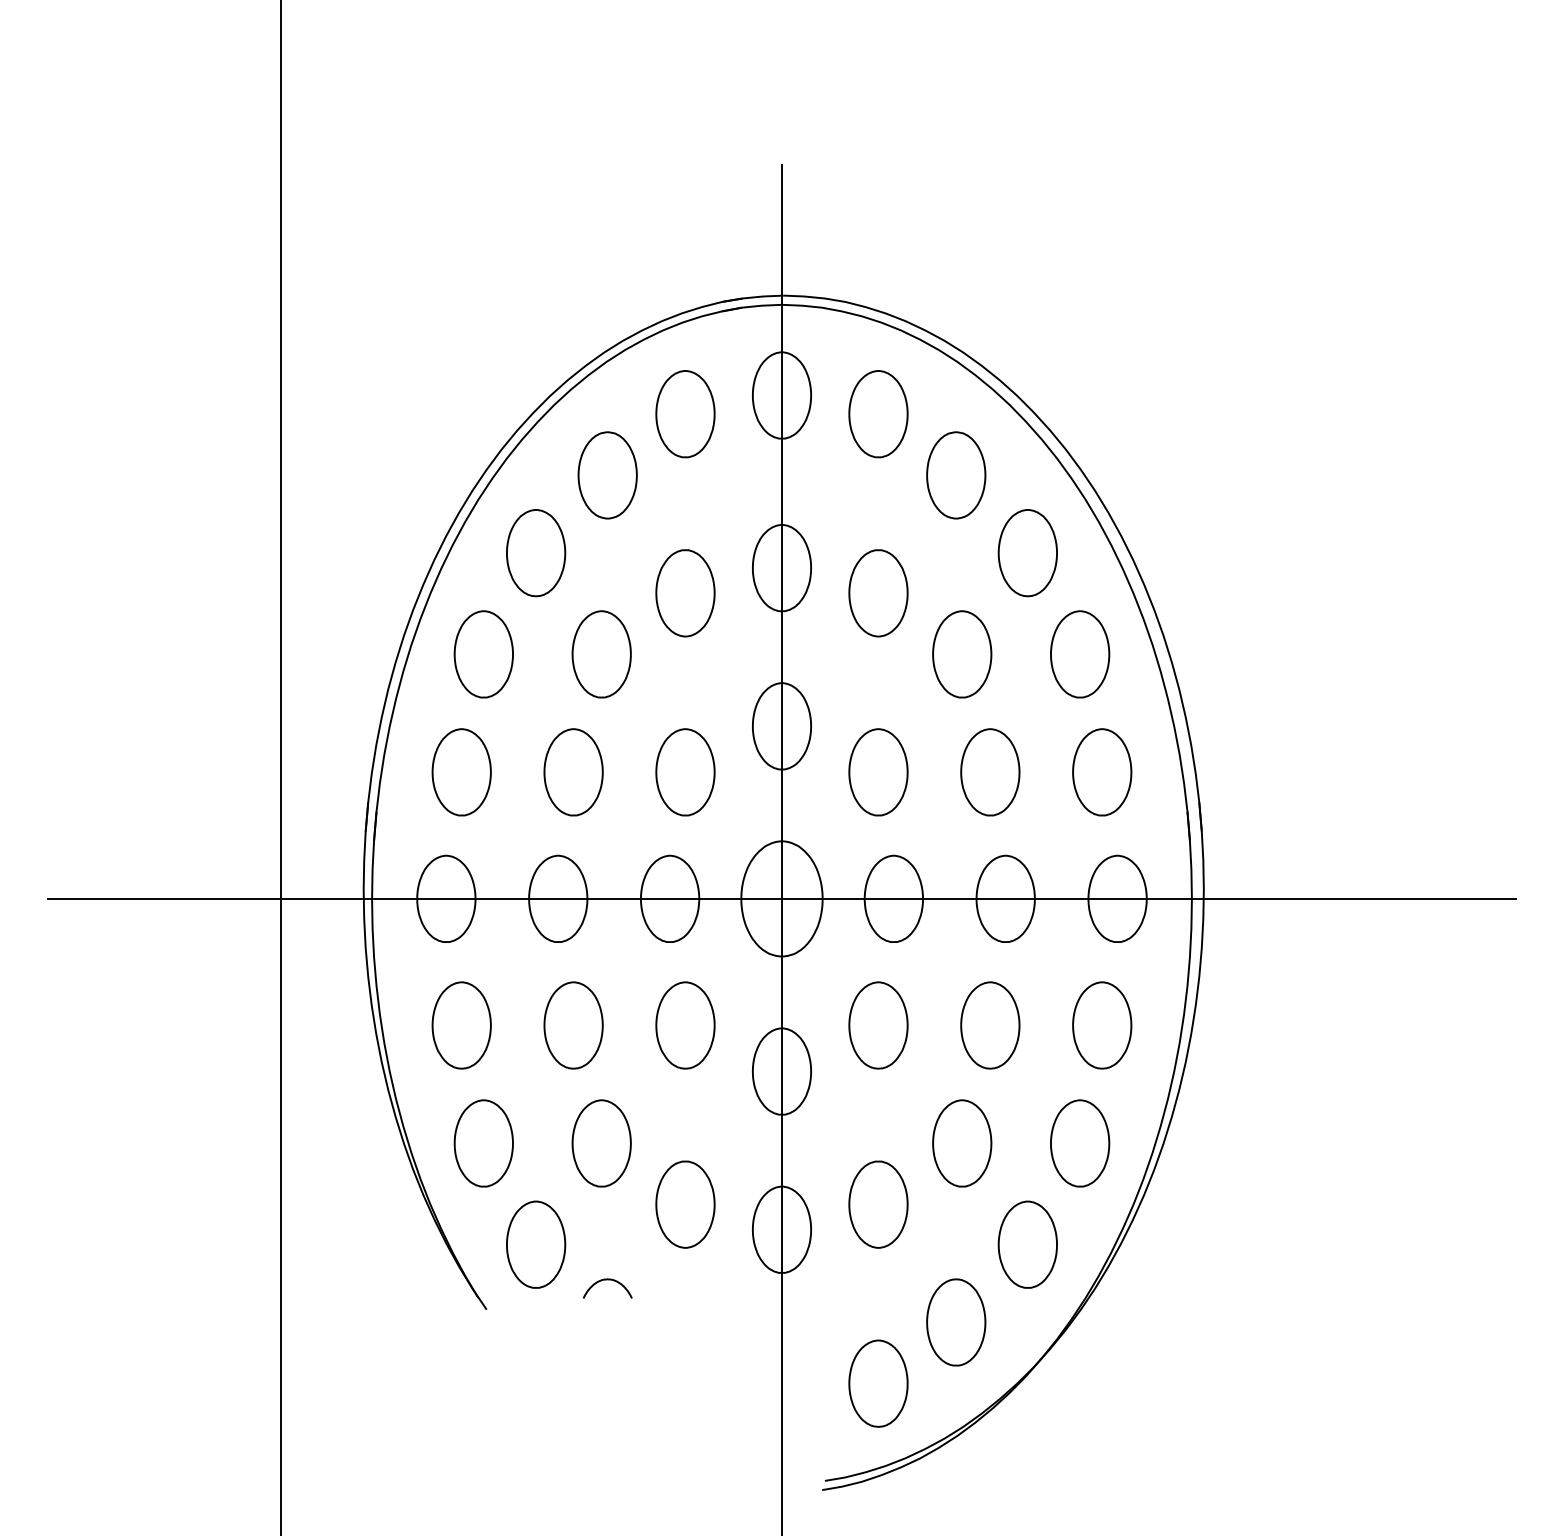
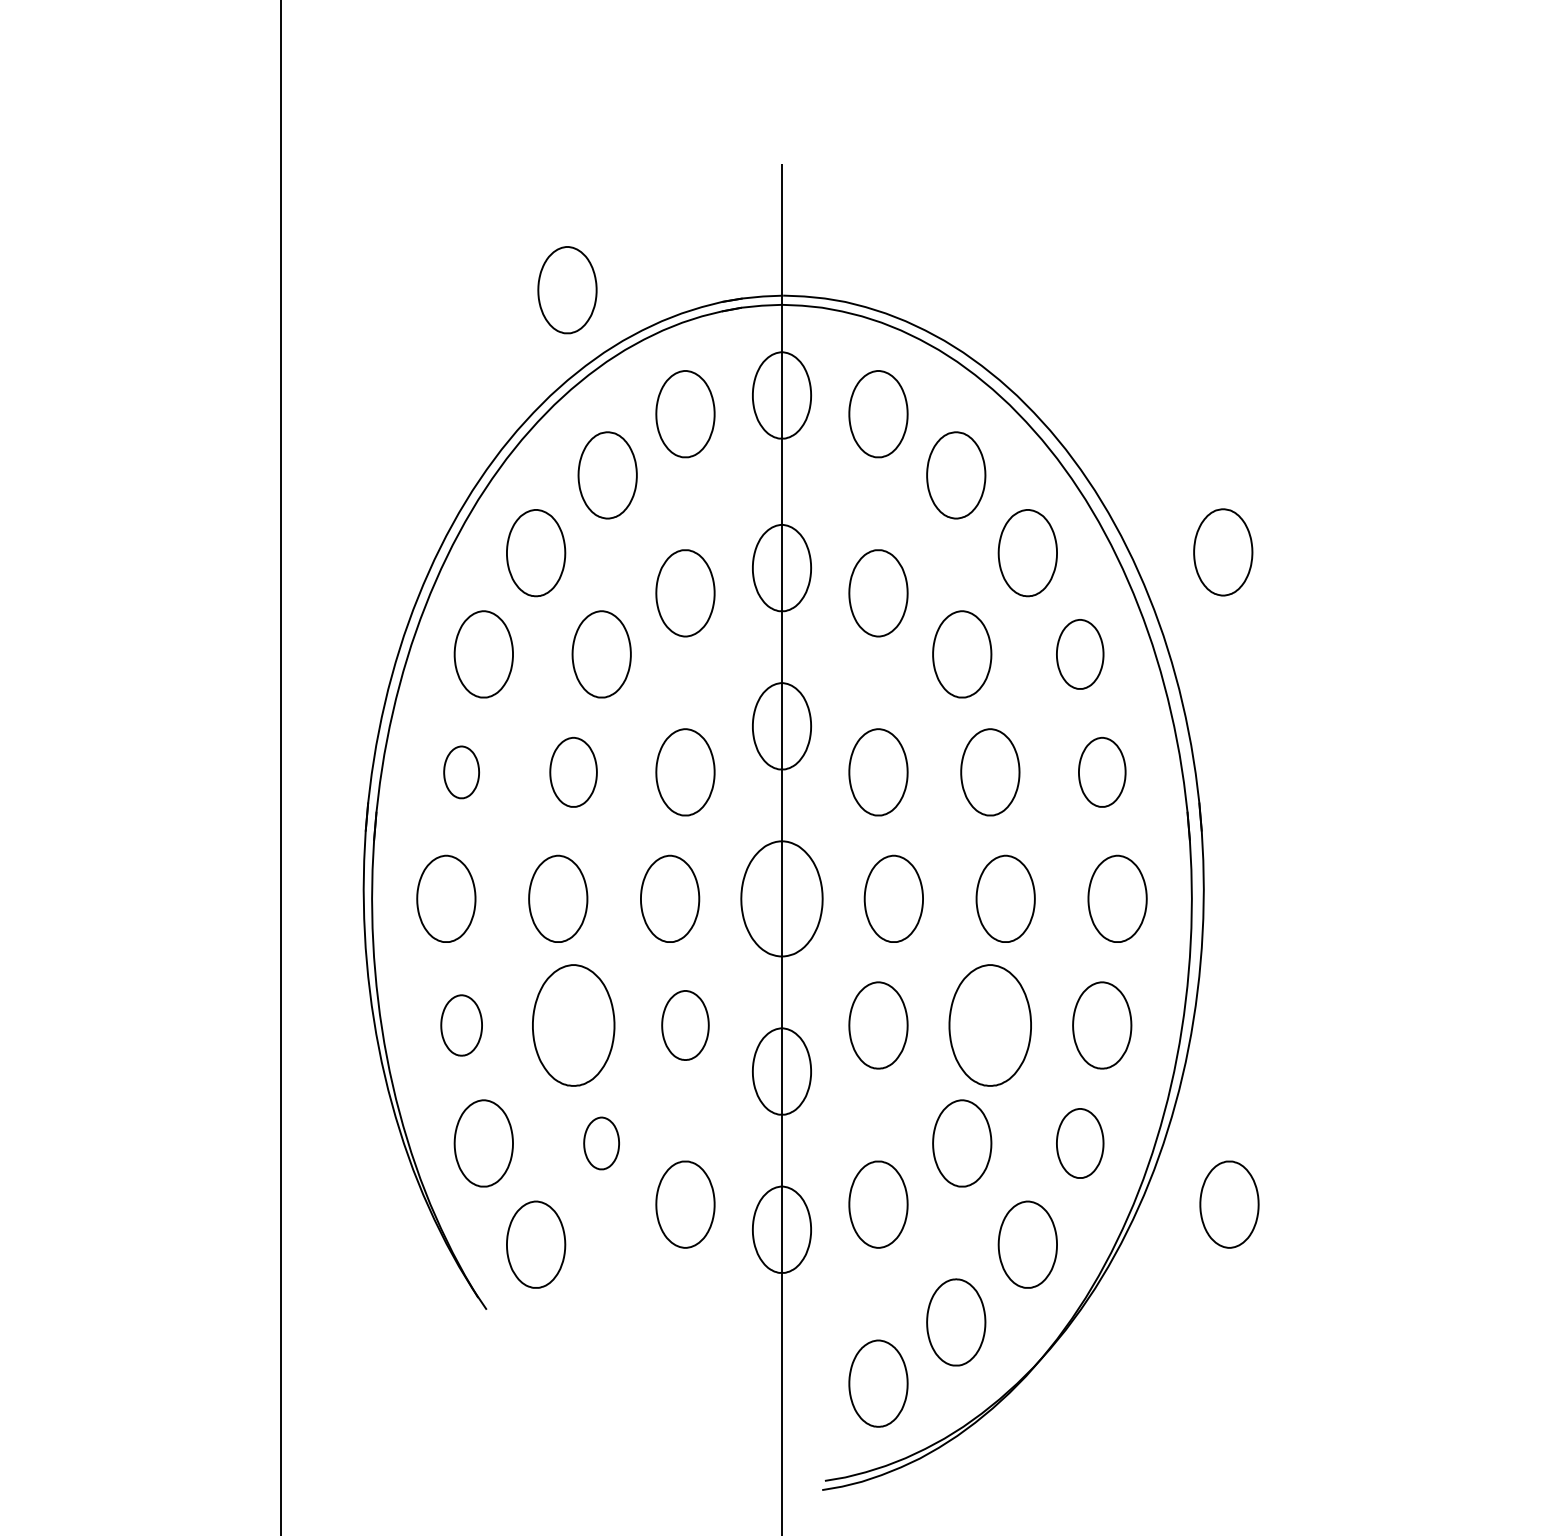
part at (567, 290): none -> present
part at (1223, 552): none -> present
part at (1080, 654) size: 61x89 px -> 49x71 px
part at (461, 772) size: 61x89 px -> 37x55 px
part at (573, 772) size: 61x89 px -> 49x71 px
part at (1102, 772) size: 61x89 px -> 49x71 px
line at (781, 898): present -> none
part at (461, 1025) size: 61x89 px -> 43x63 px
part at (573, 1025) size: 61x89 px -> 84x123 px
part at (685, 1025) size: 61x89 px -> 49x71 px
part at (990, 1025) size: 61x89 px -> 84x123 px
part at (601, 1143) size: 61x89 px -> 37x55 px
part at (1080, 1143) size: 61x89 px -> 49x71 px
part at (1229, 1204): none -> present
curve at (607, 1280): present -> none
